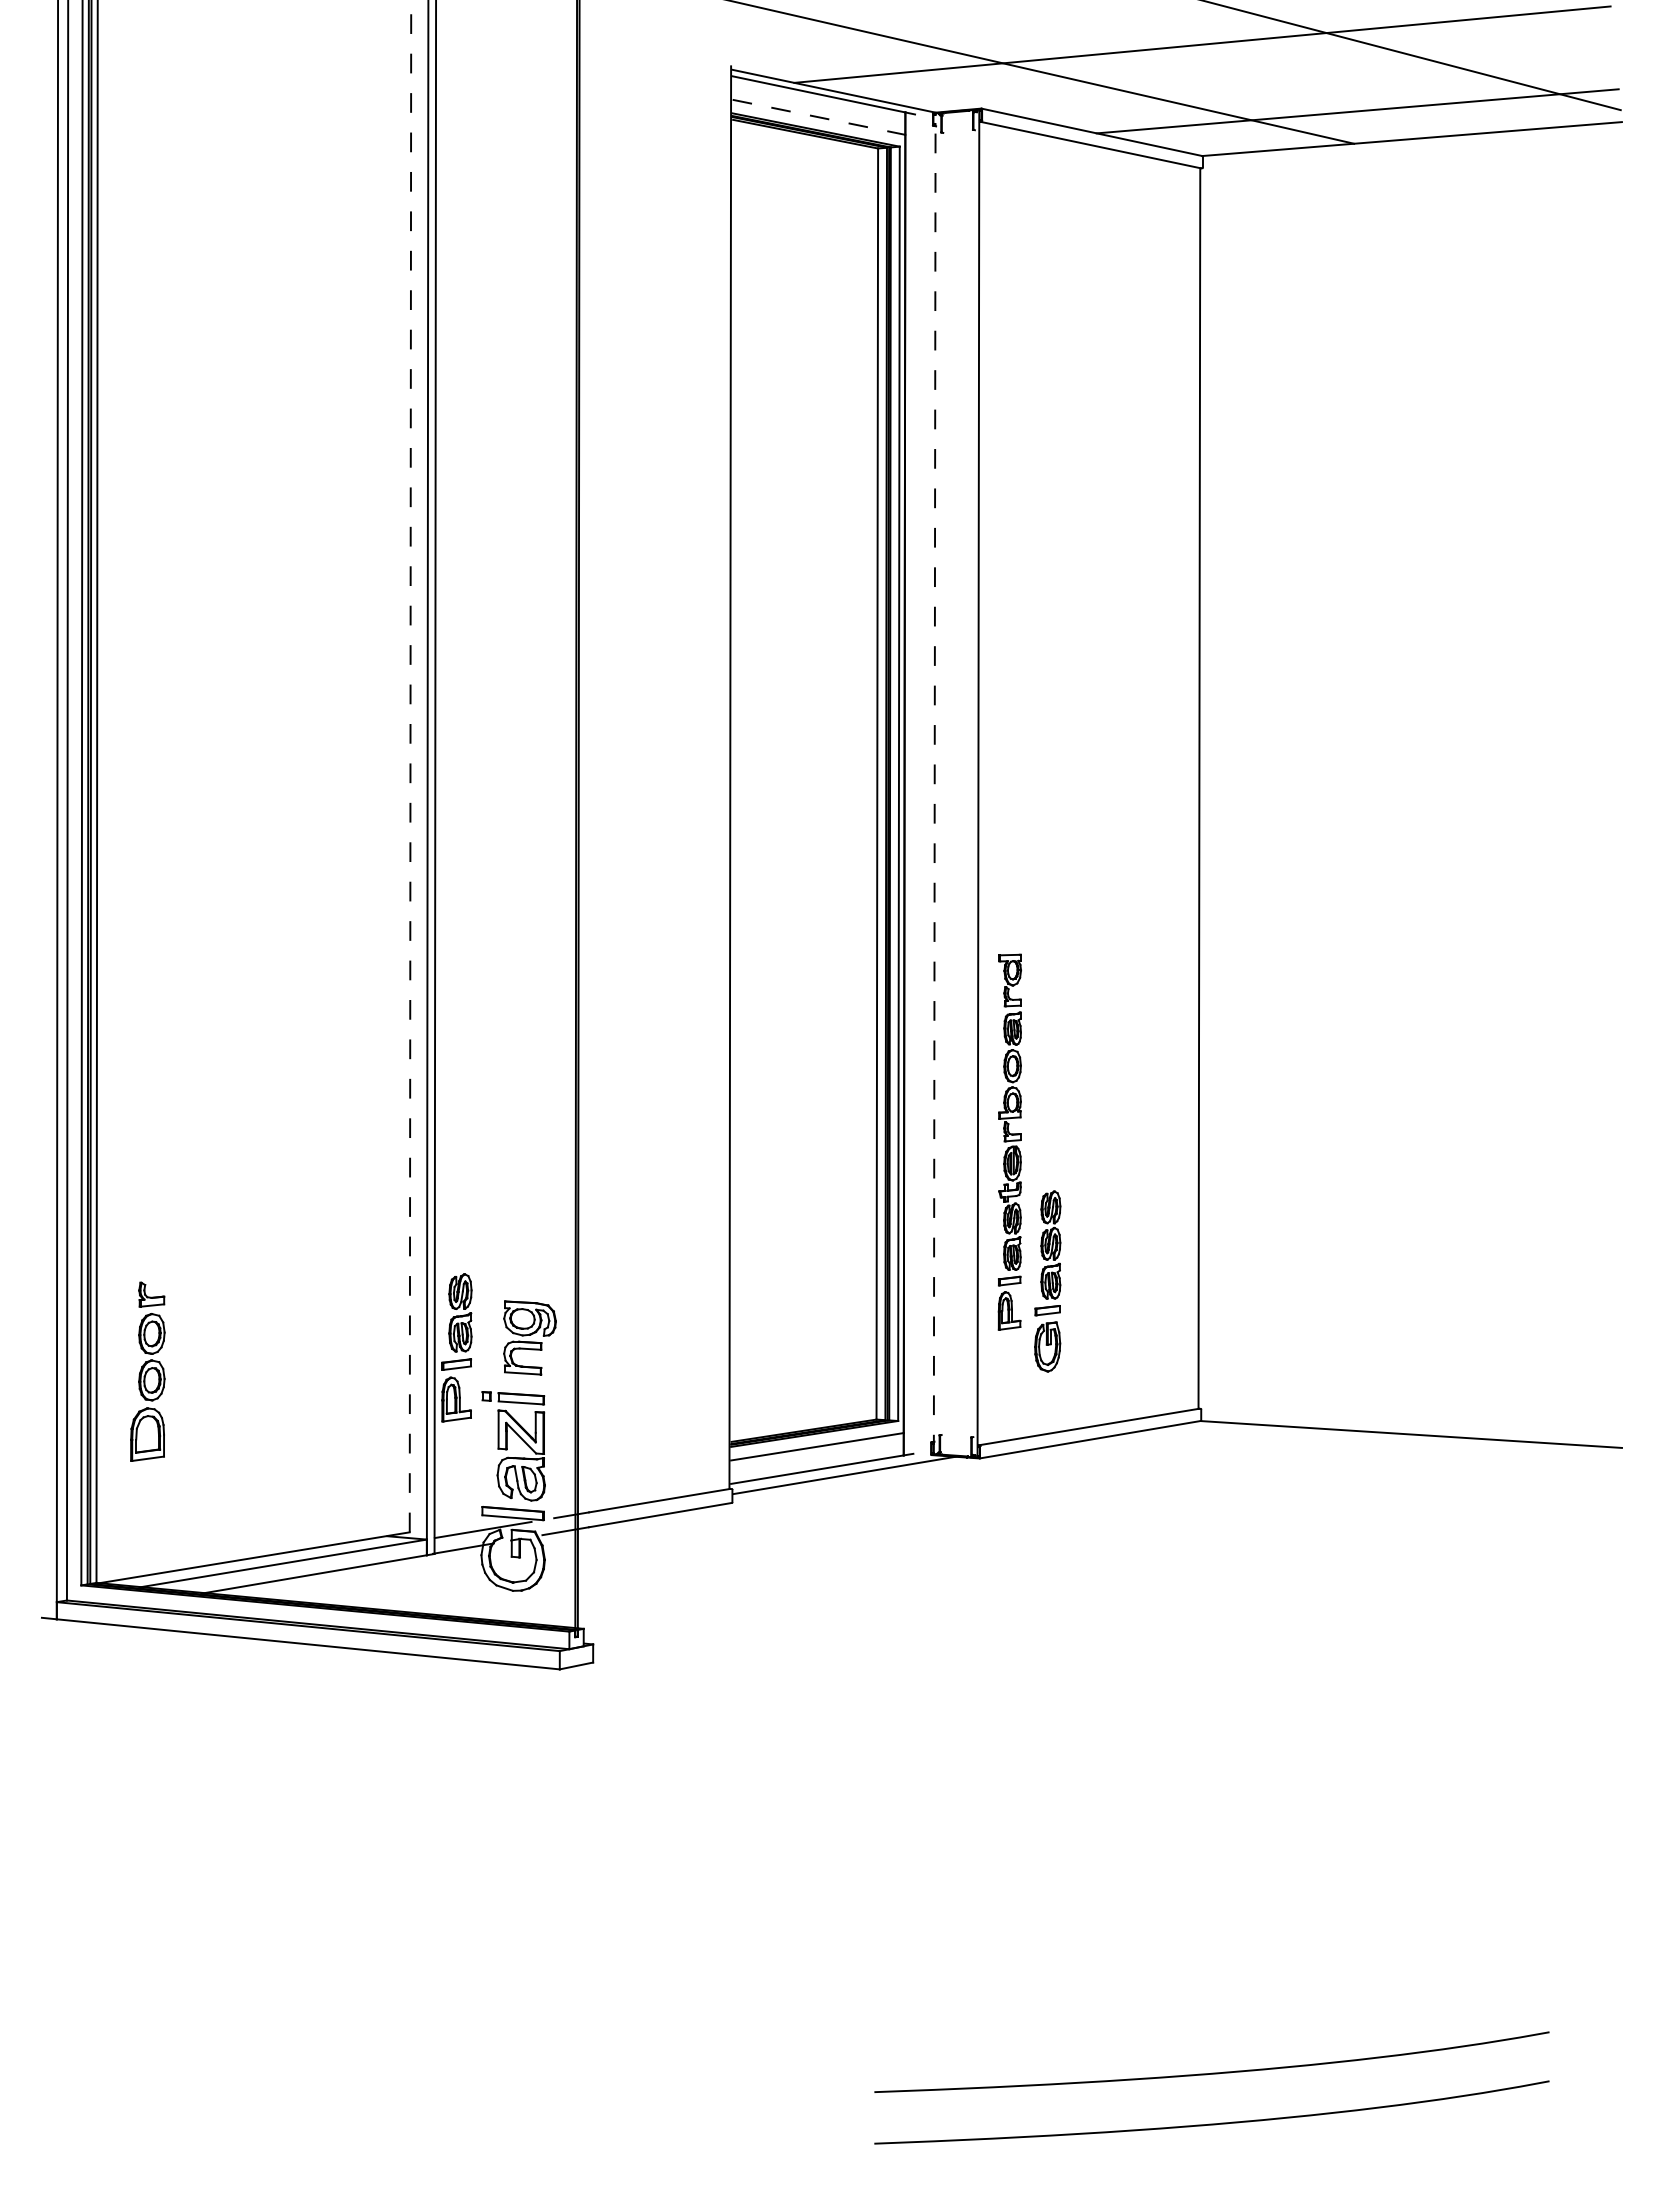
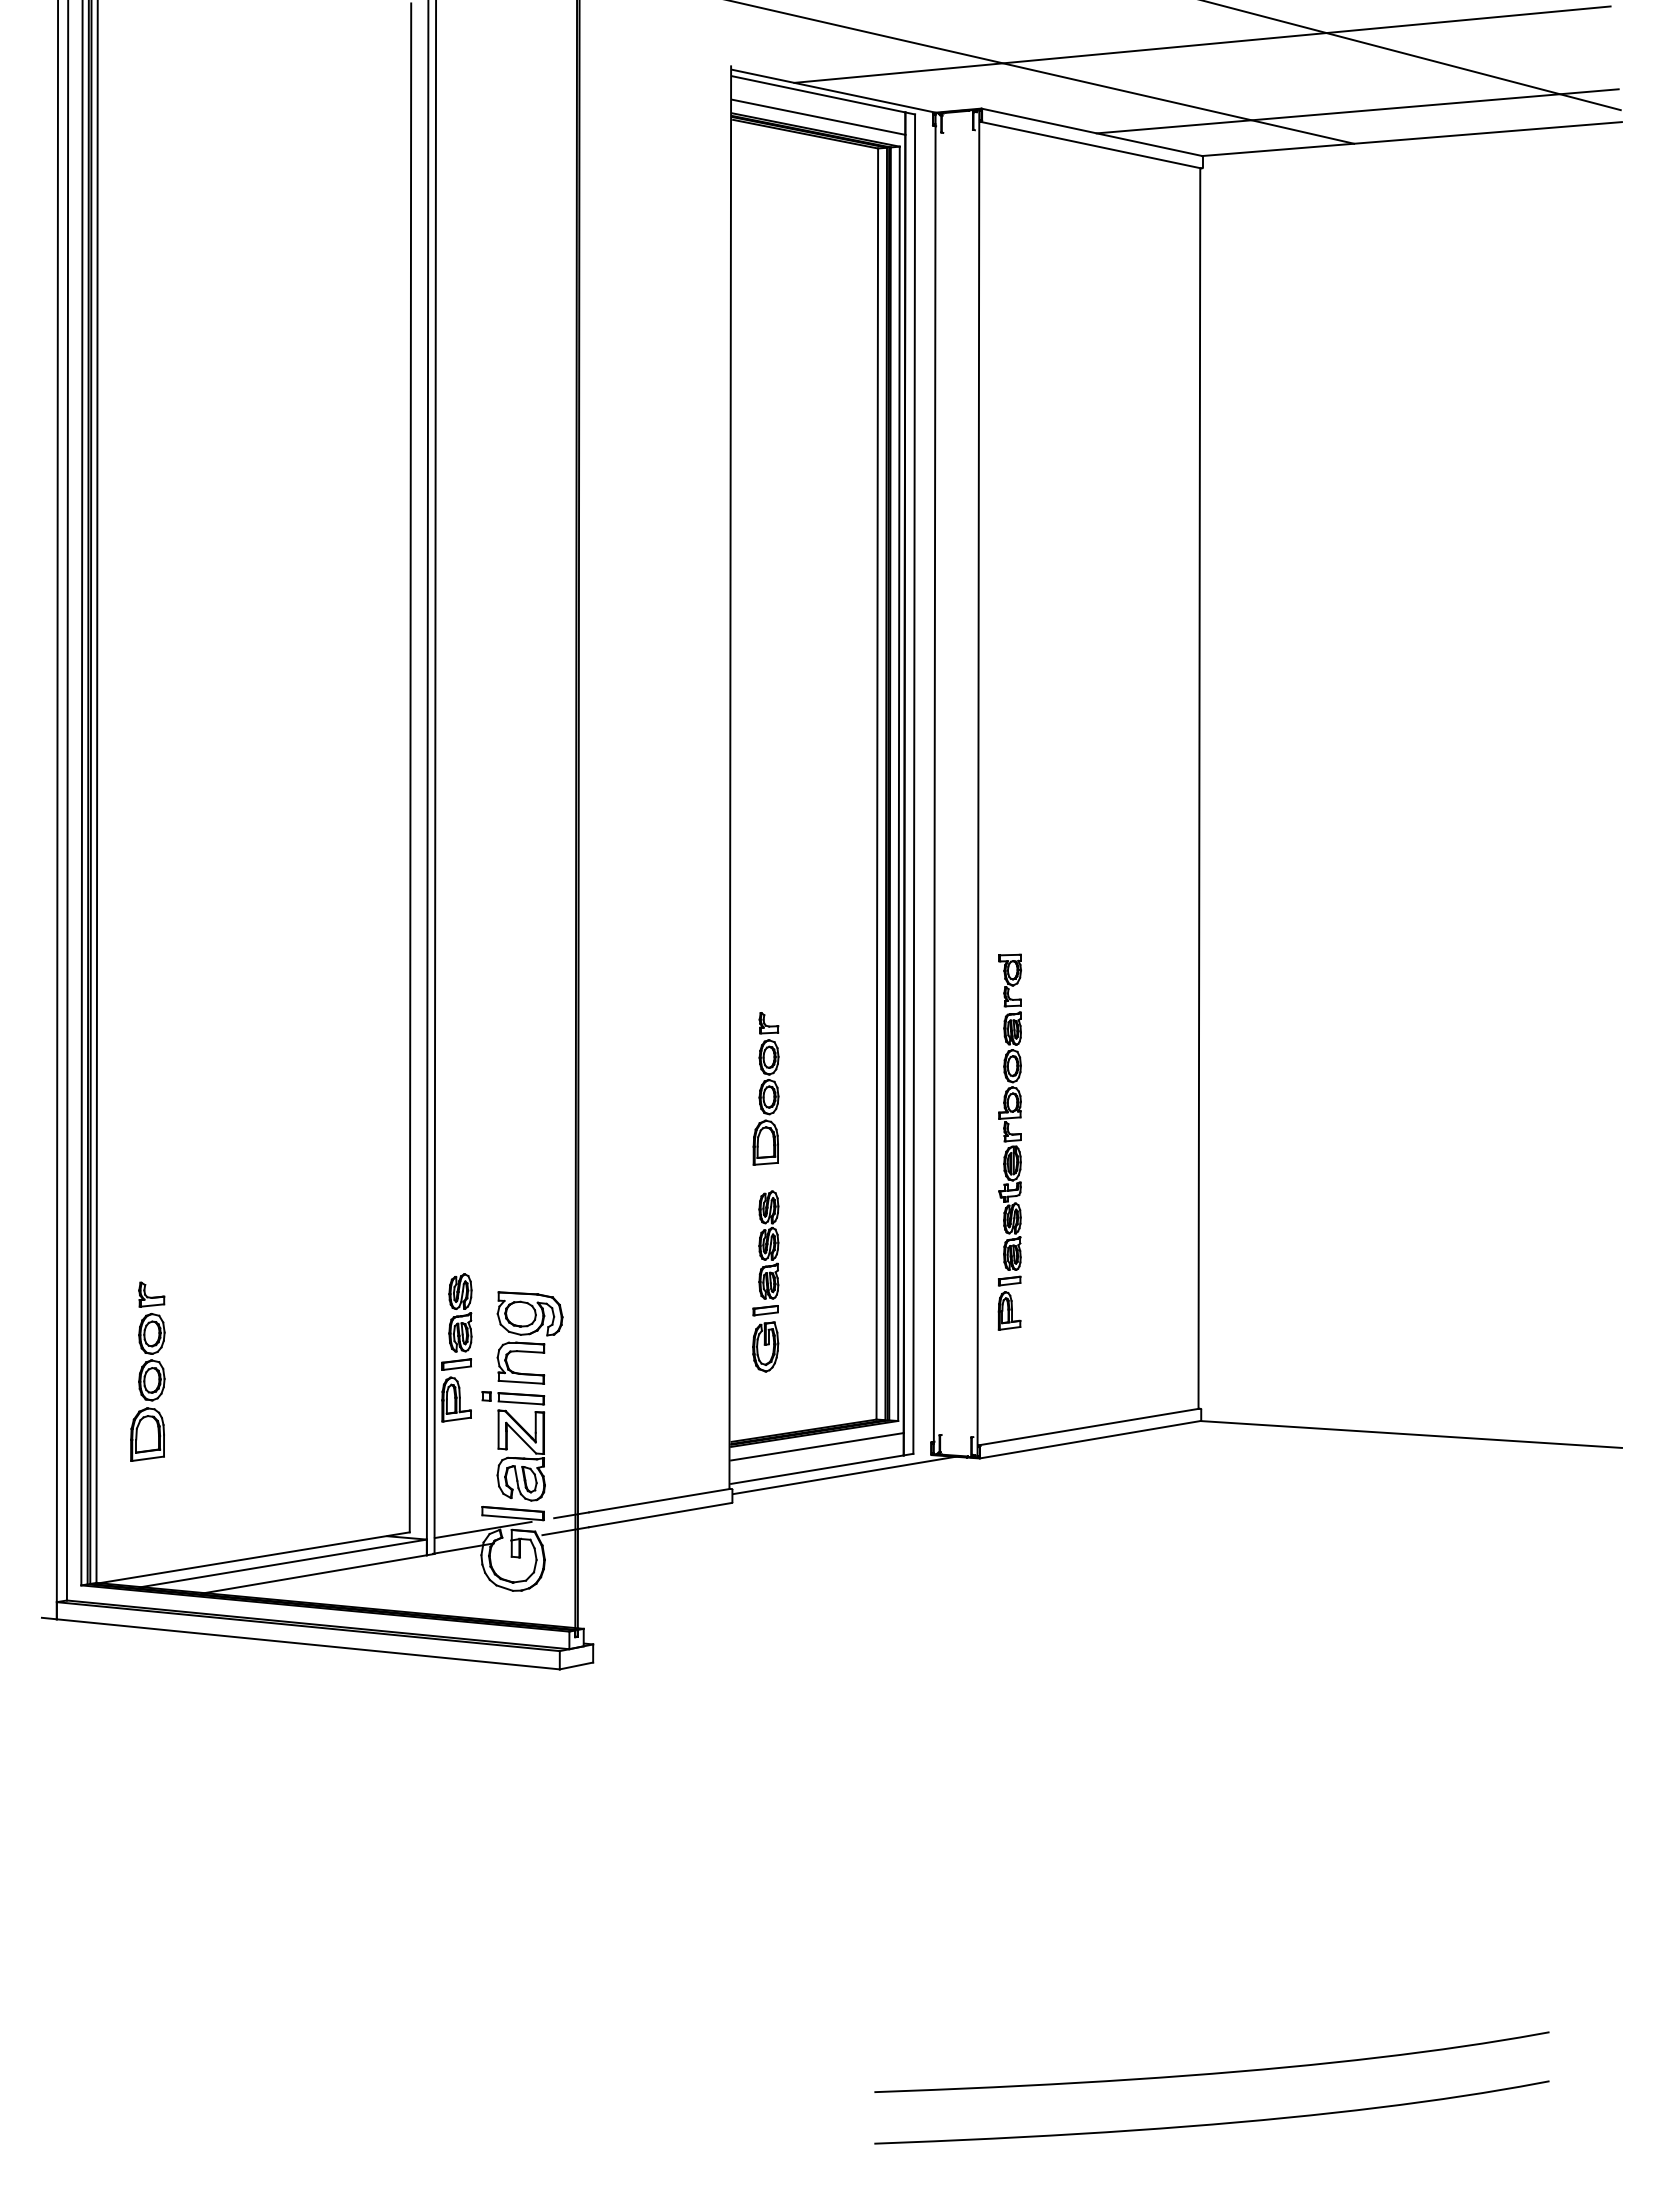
line at (819, 117): dashed -> solid
line at (410, 767): dashed -> solid
line at (914, 783): none -> present
line at (934, 783): dashed -> solid
part at (765, 1088): none -> present
part at (1047, 1281) position: (1047, 1281) -> (765, 1281)
part at (529, 1337) size: 54x76 px -> 68x94 px
